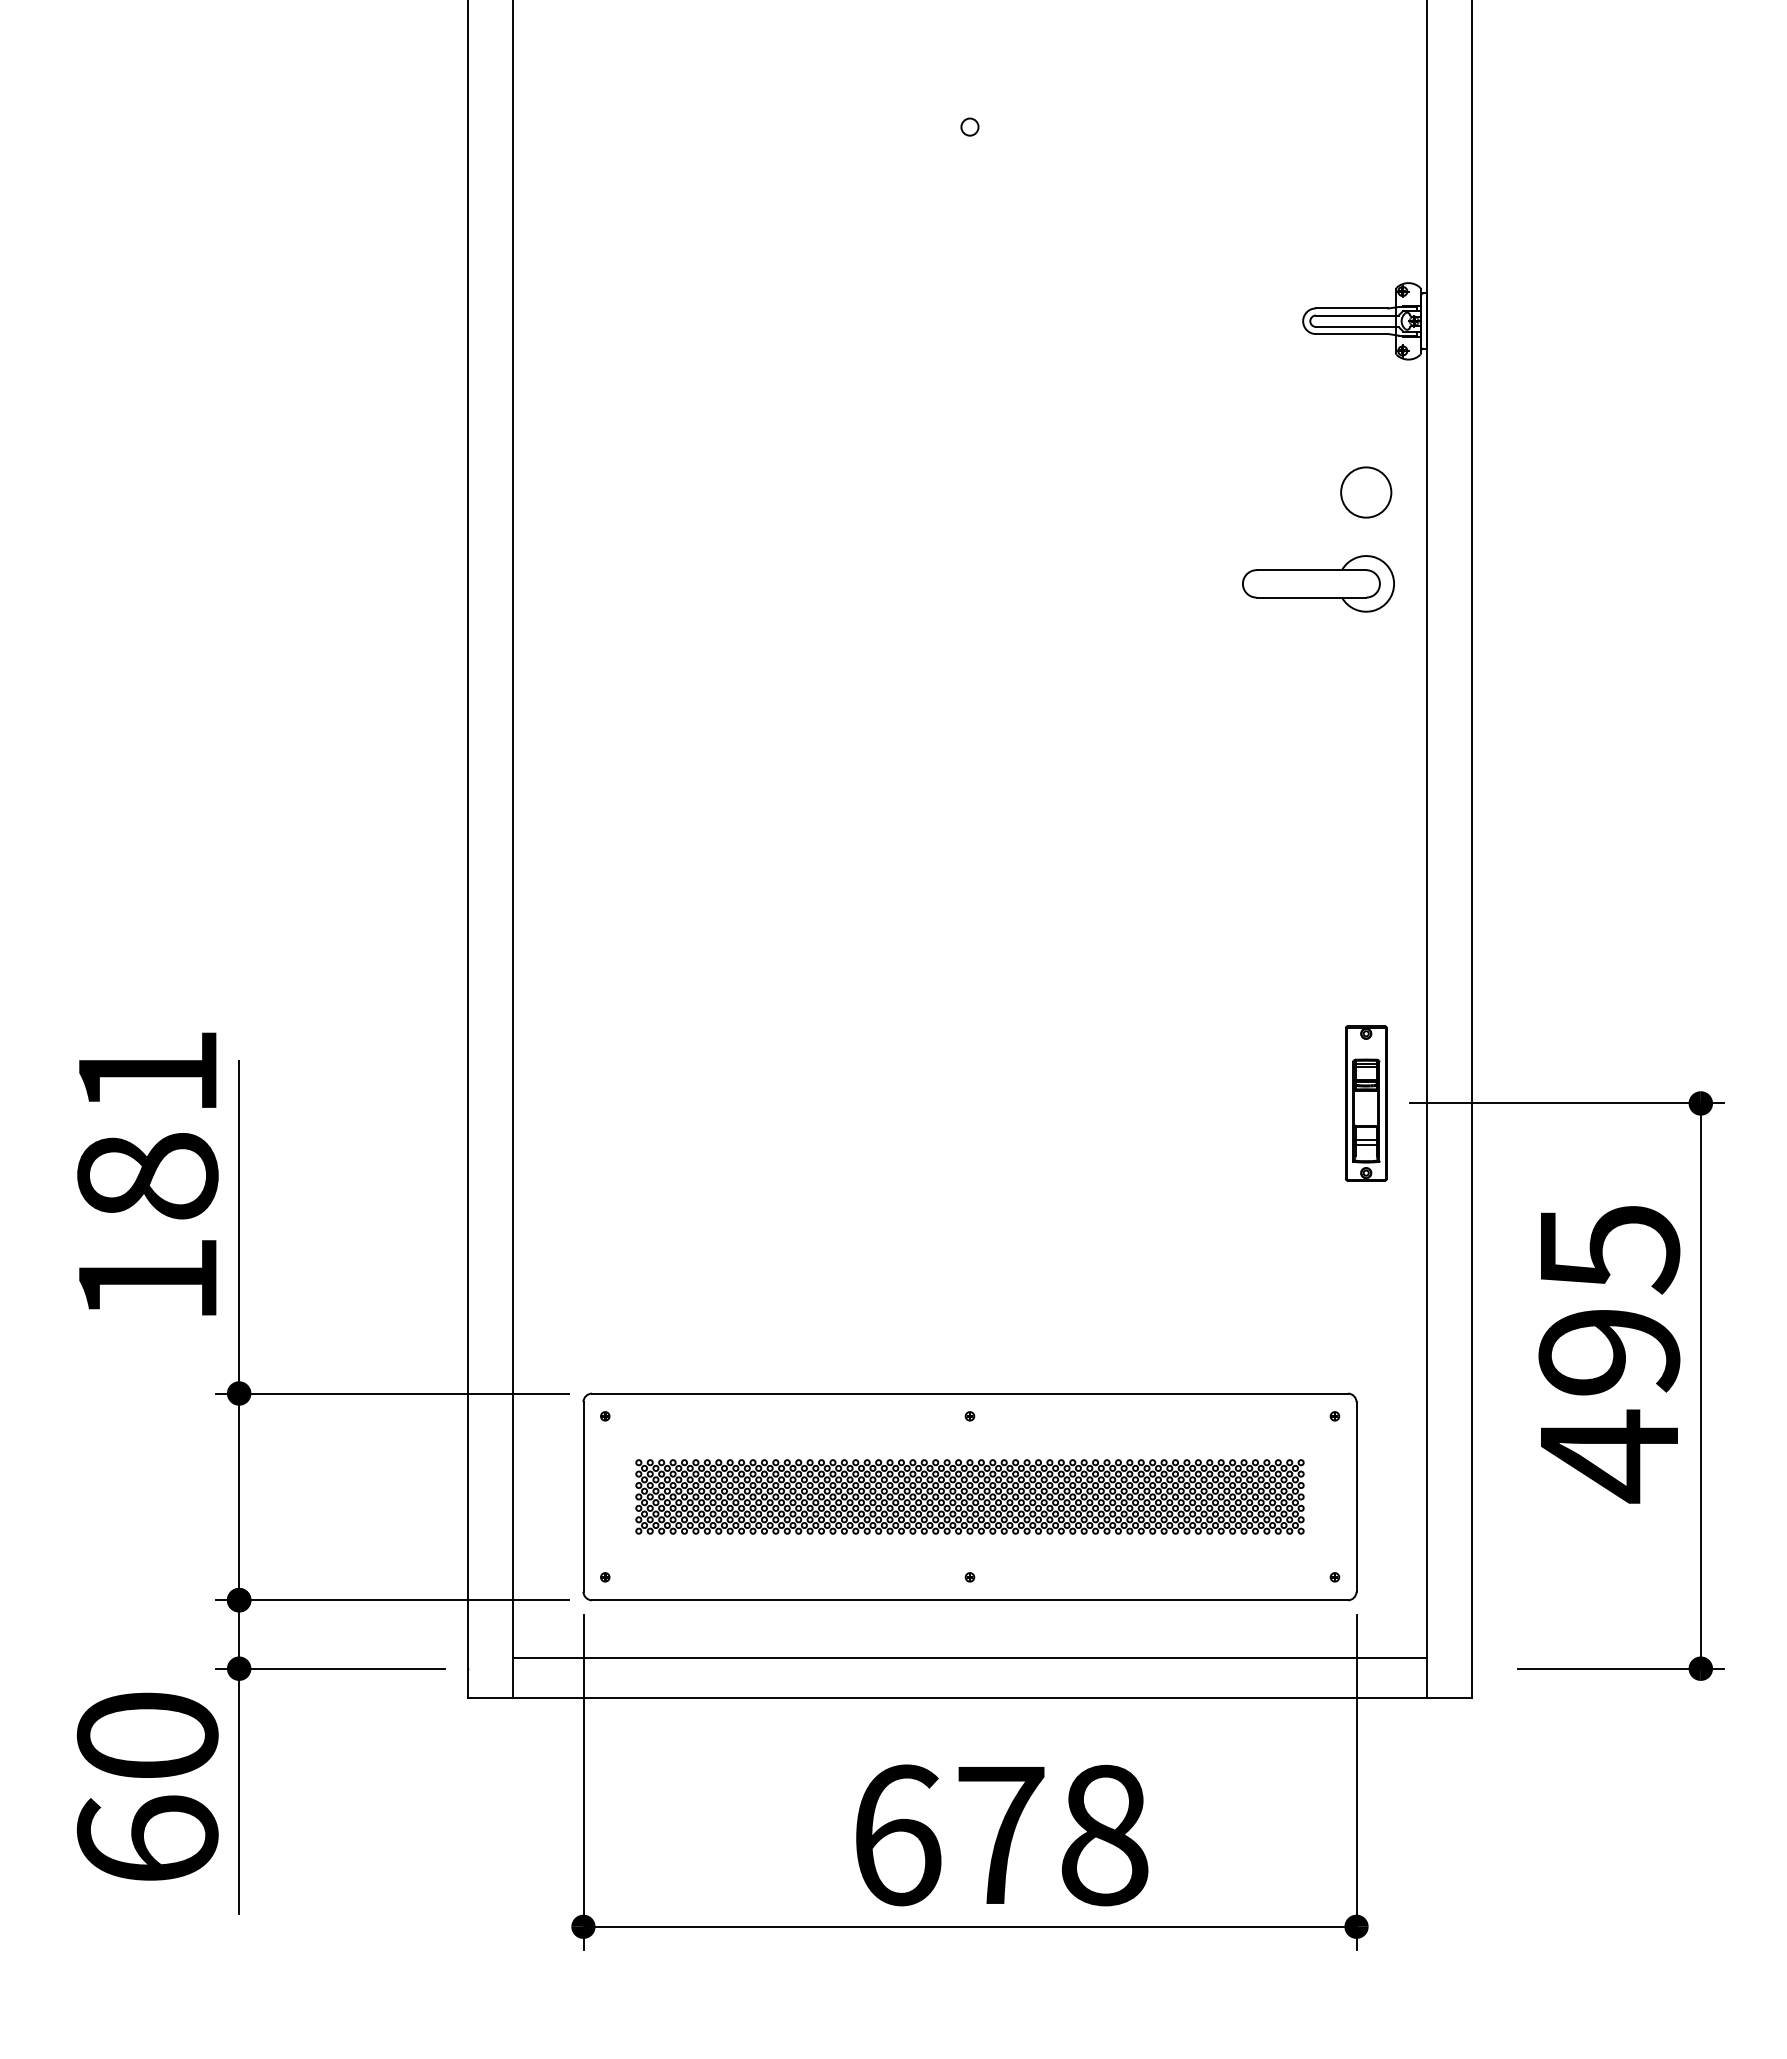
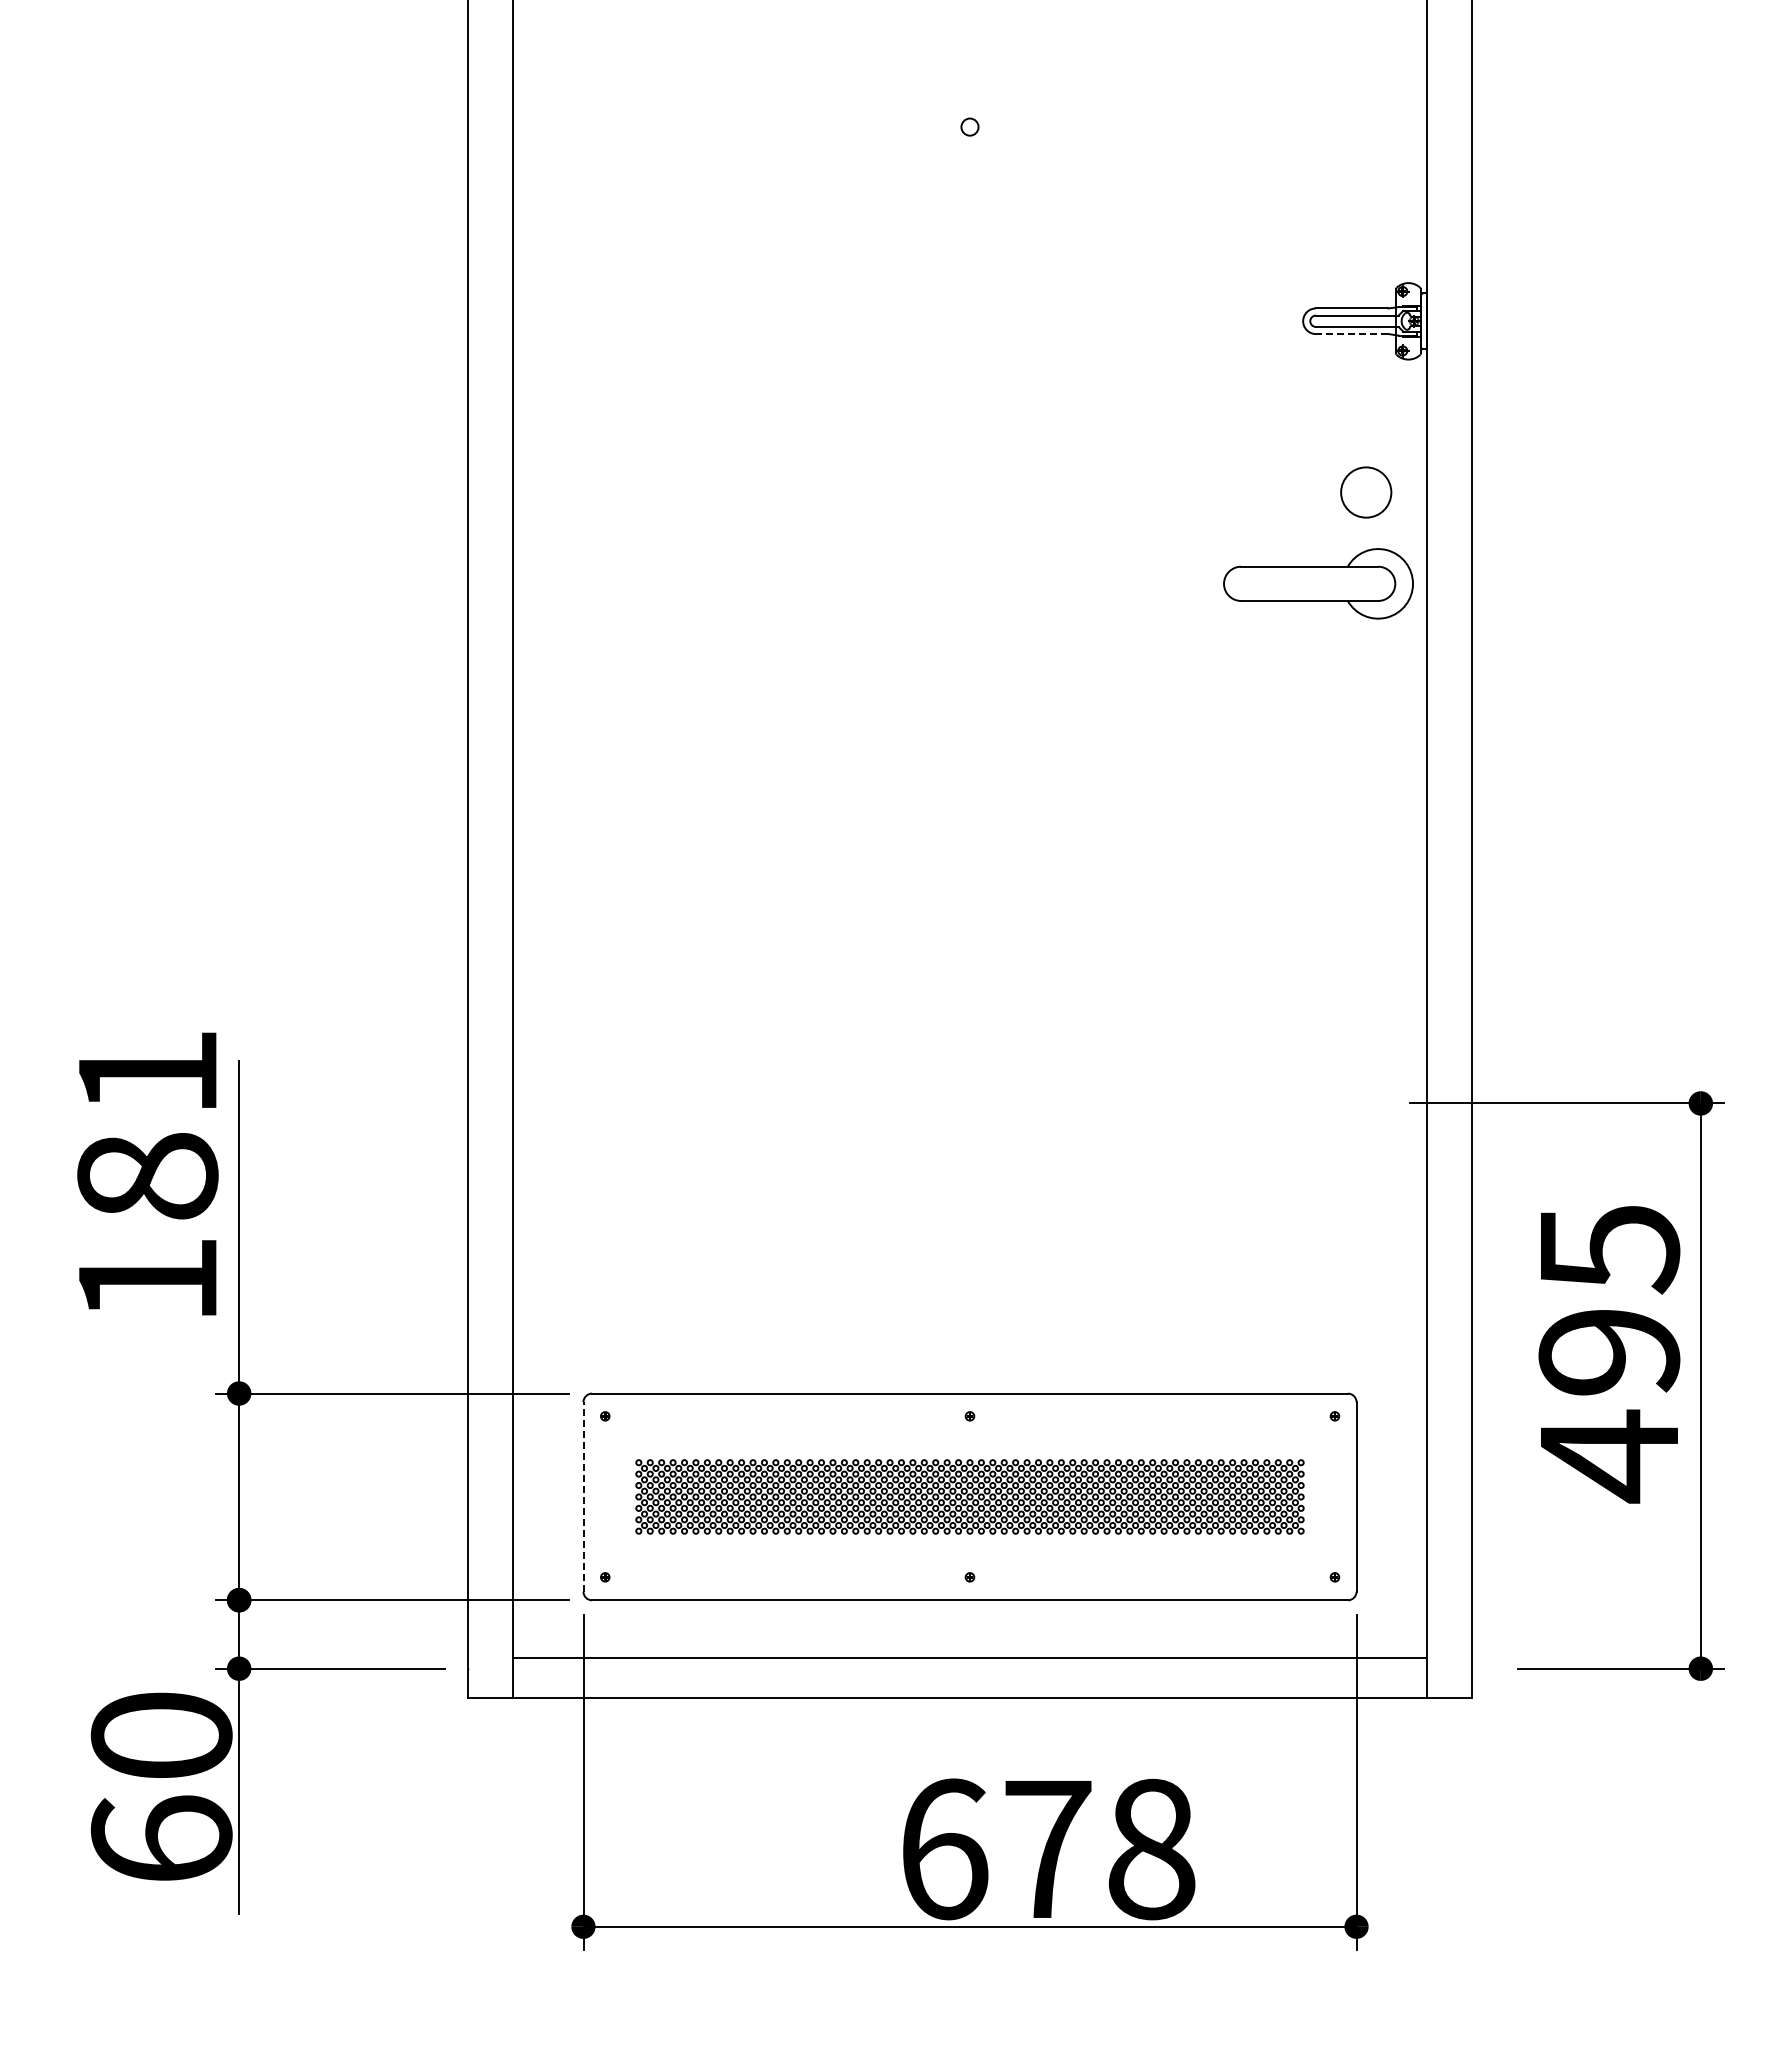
line at (1351, 334): solid -> dashed
part at (1318, 583) size: 153x58 px -> 191x72 px
part at (1366, 1103): present -> none
line at (583, 1496): solid -> dashed
text at (147, 1786) position: (147, 1786) -> (161, 1786)
text at (1002, 1835) position: (1002, 1835) -> (1049, 1849)
